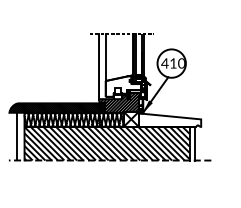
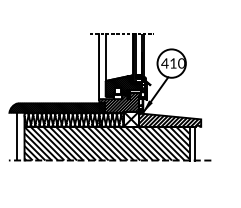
hatch at (122, 86): none -> present
hatch at (170, 119): none -> present
